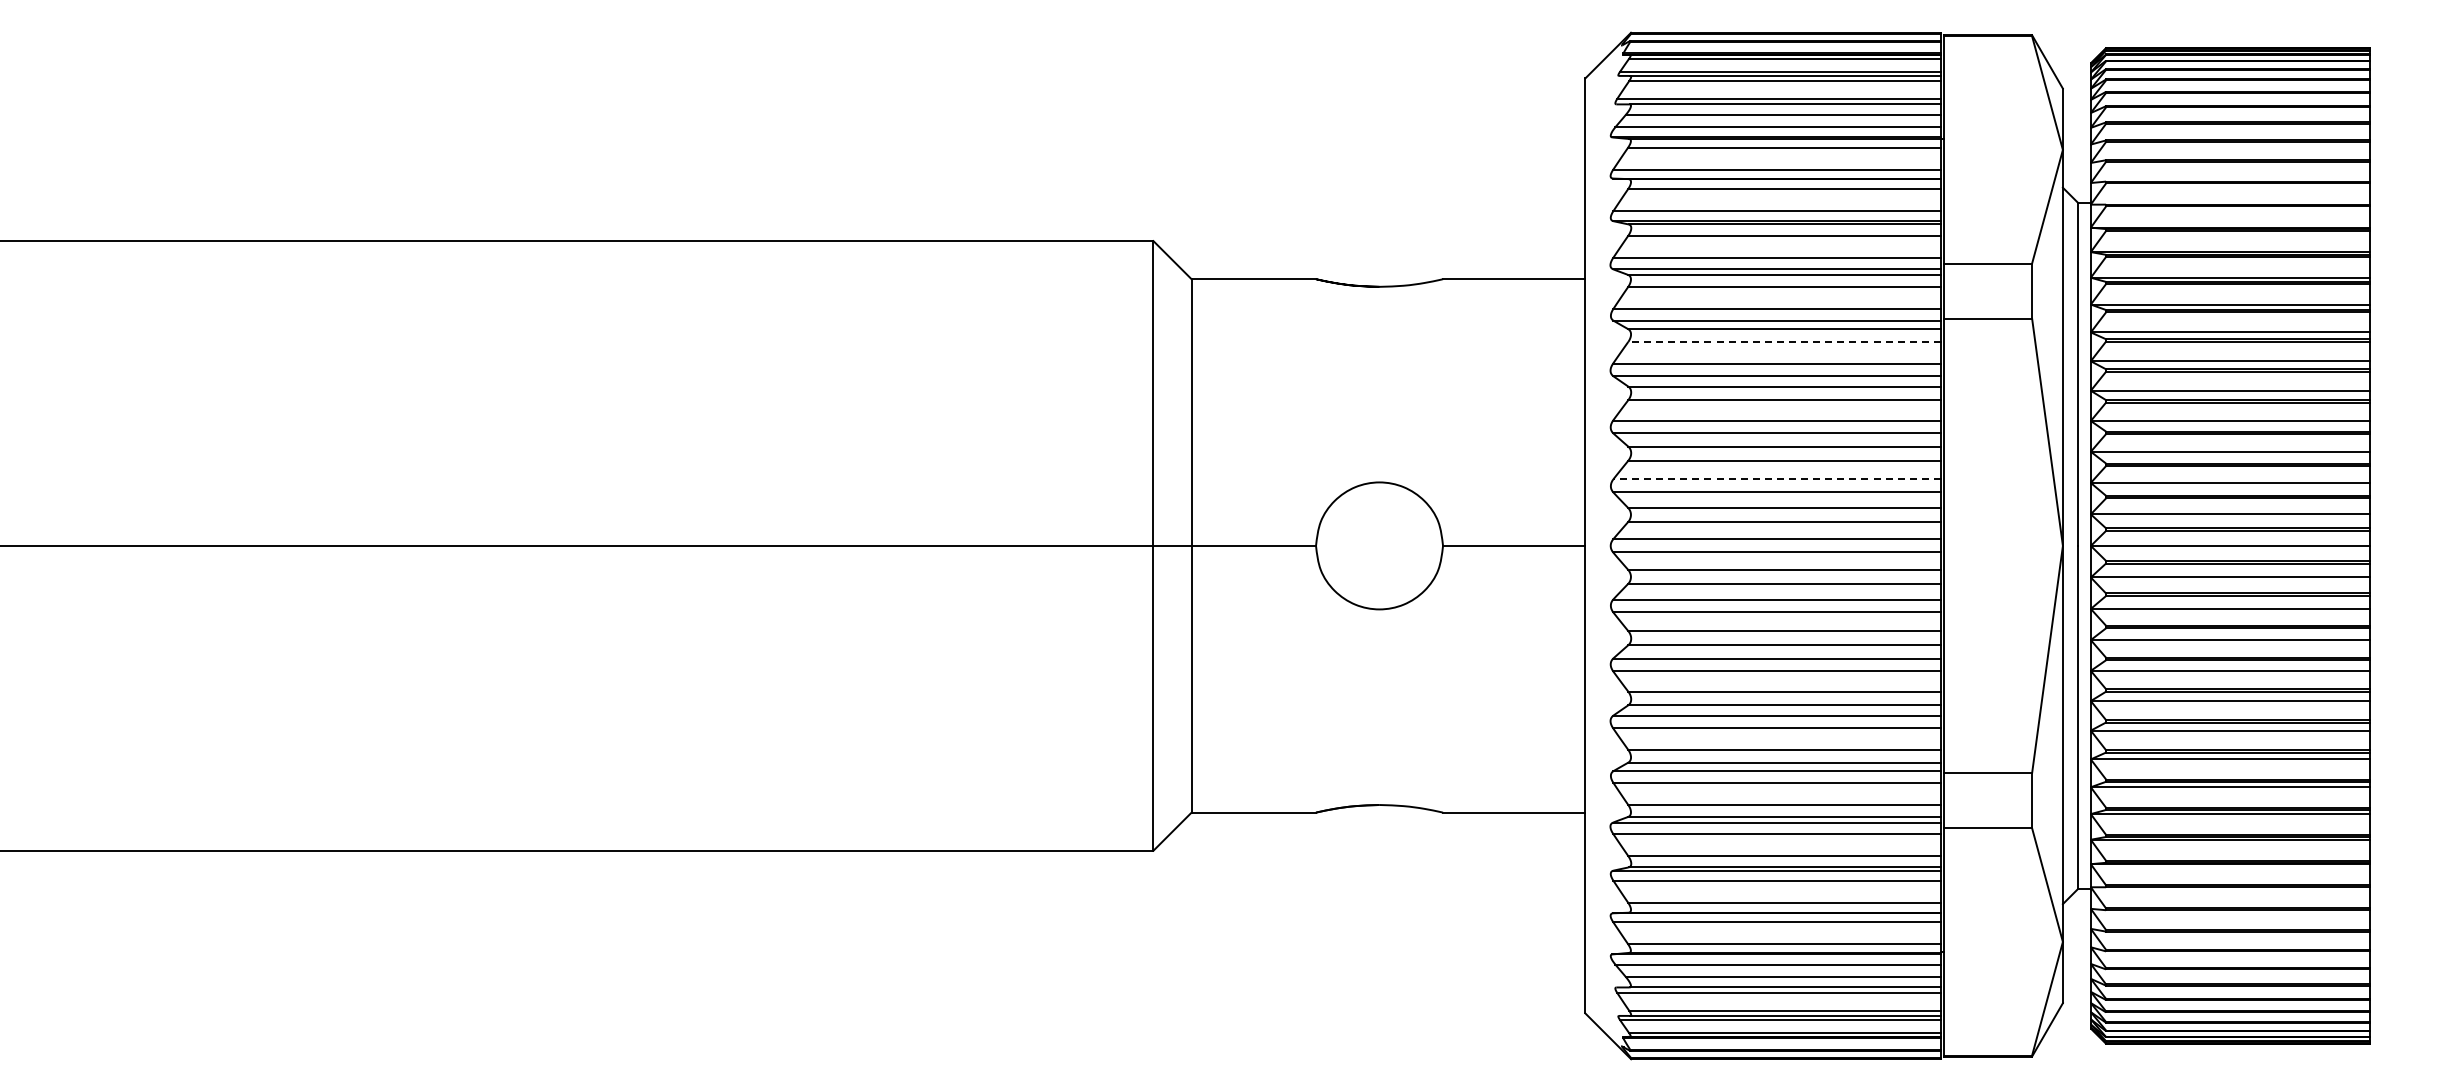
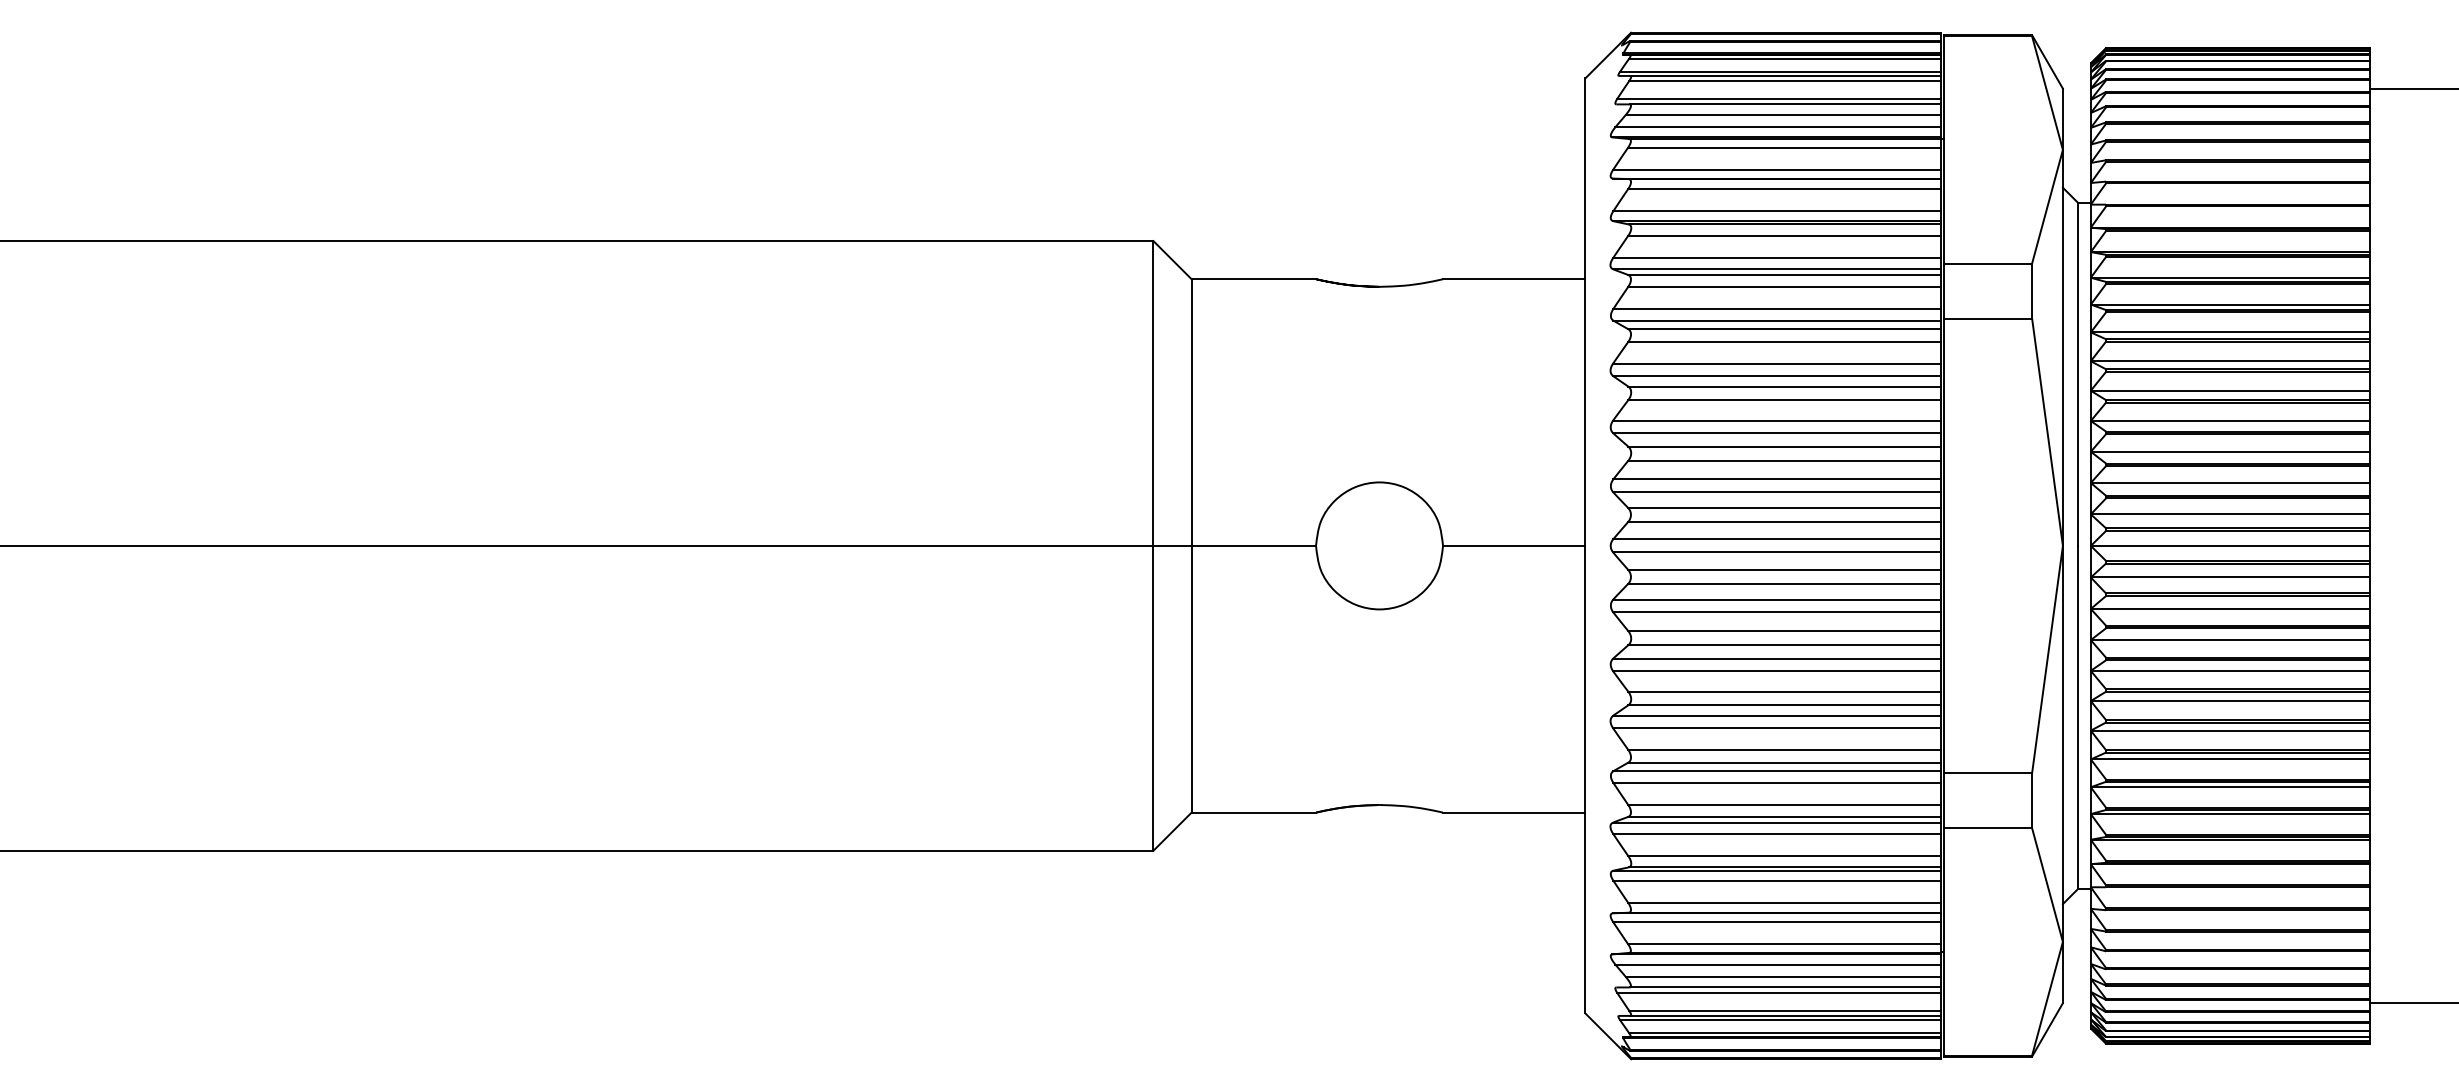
line at (2412, 88): none -> present
line at (1784, 341): dashed -> solid
line at (1777, 479): dashed -> solid
line at (2412, 1003): none -> present
